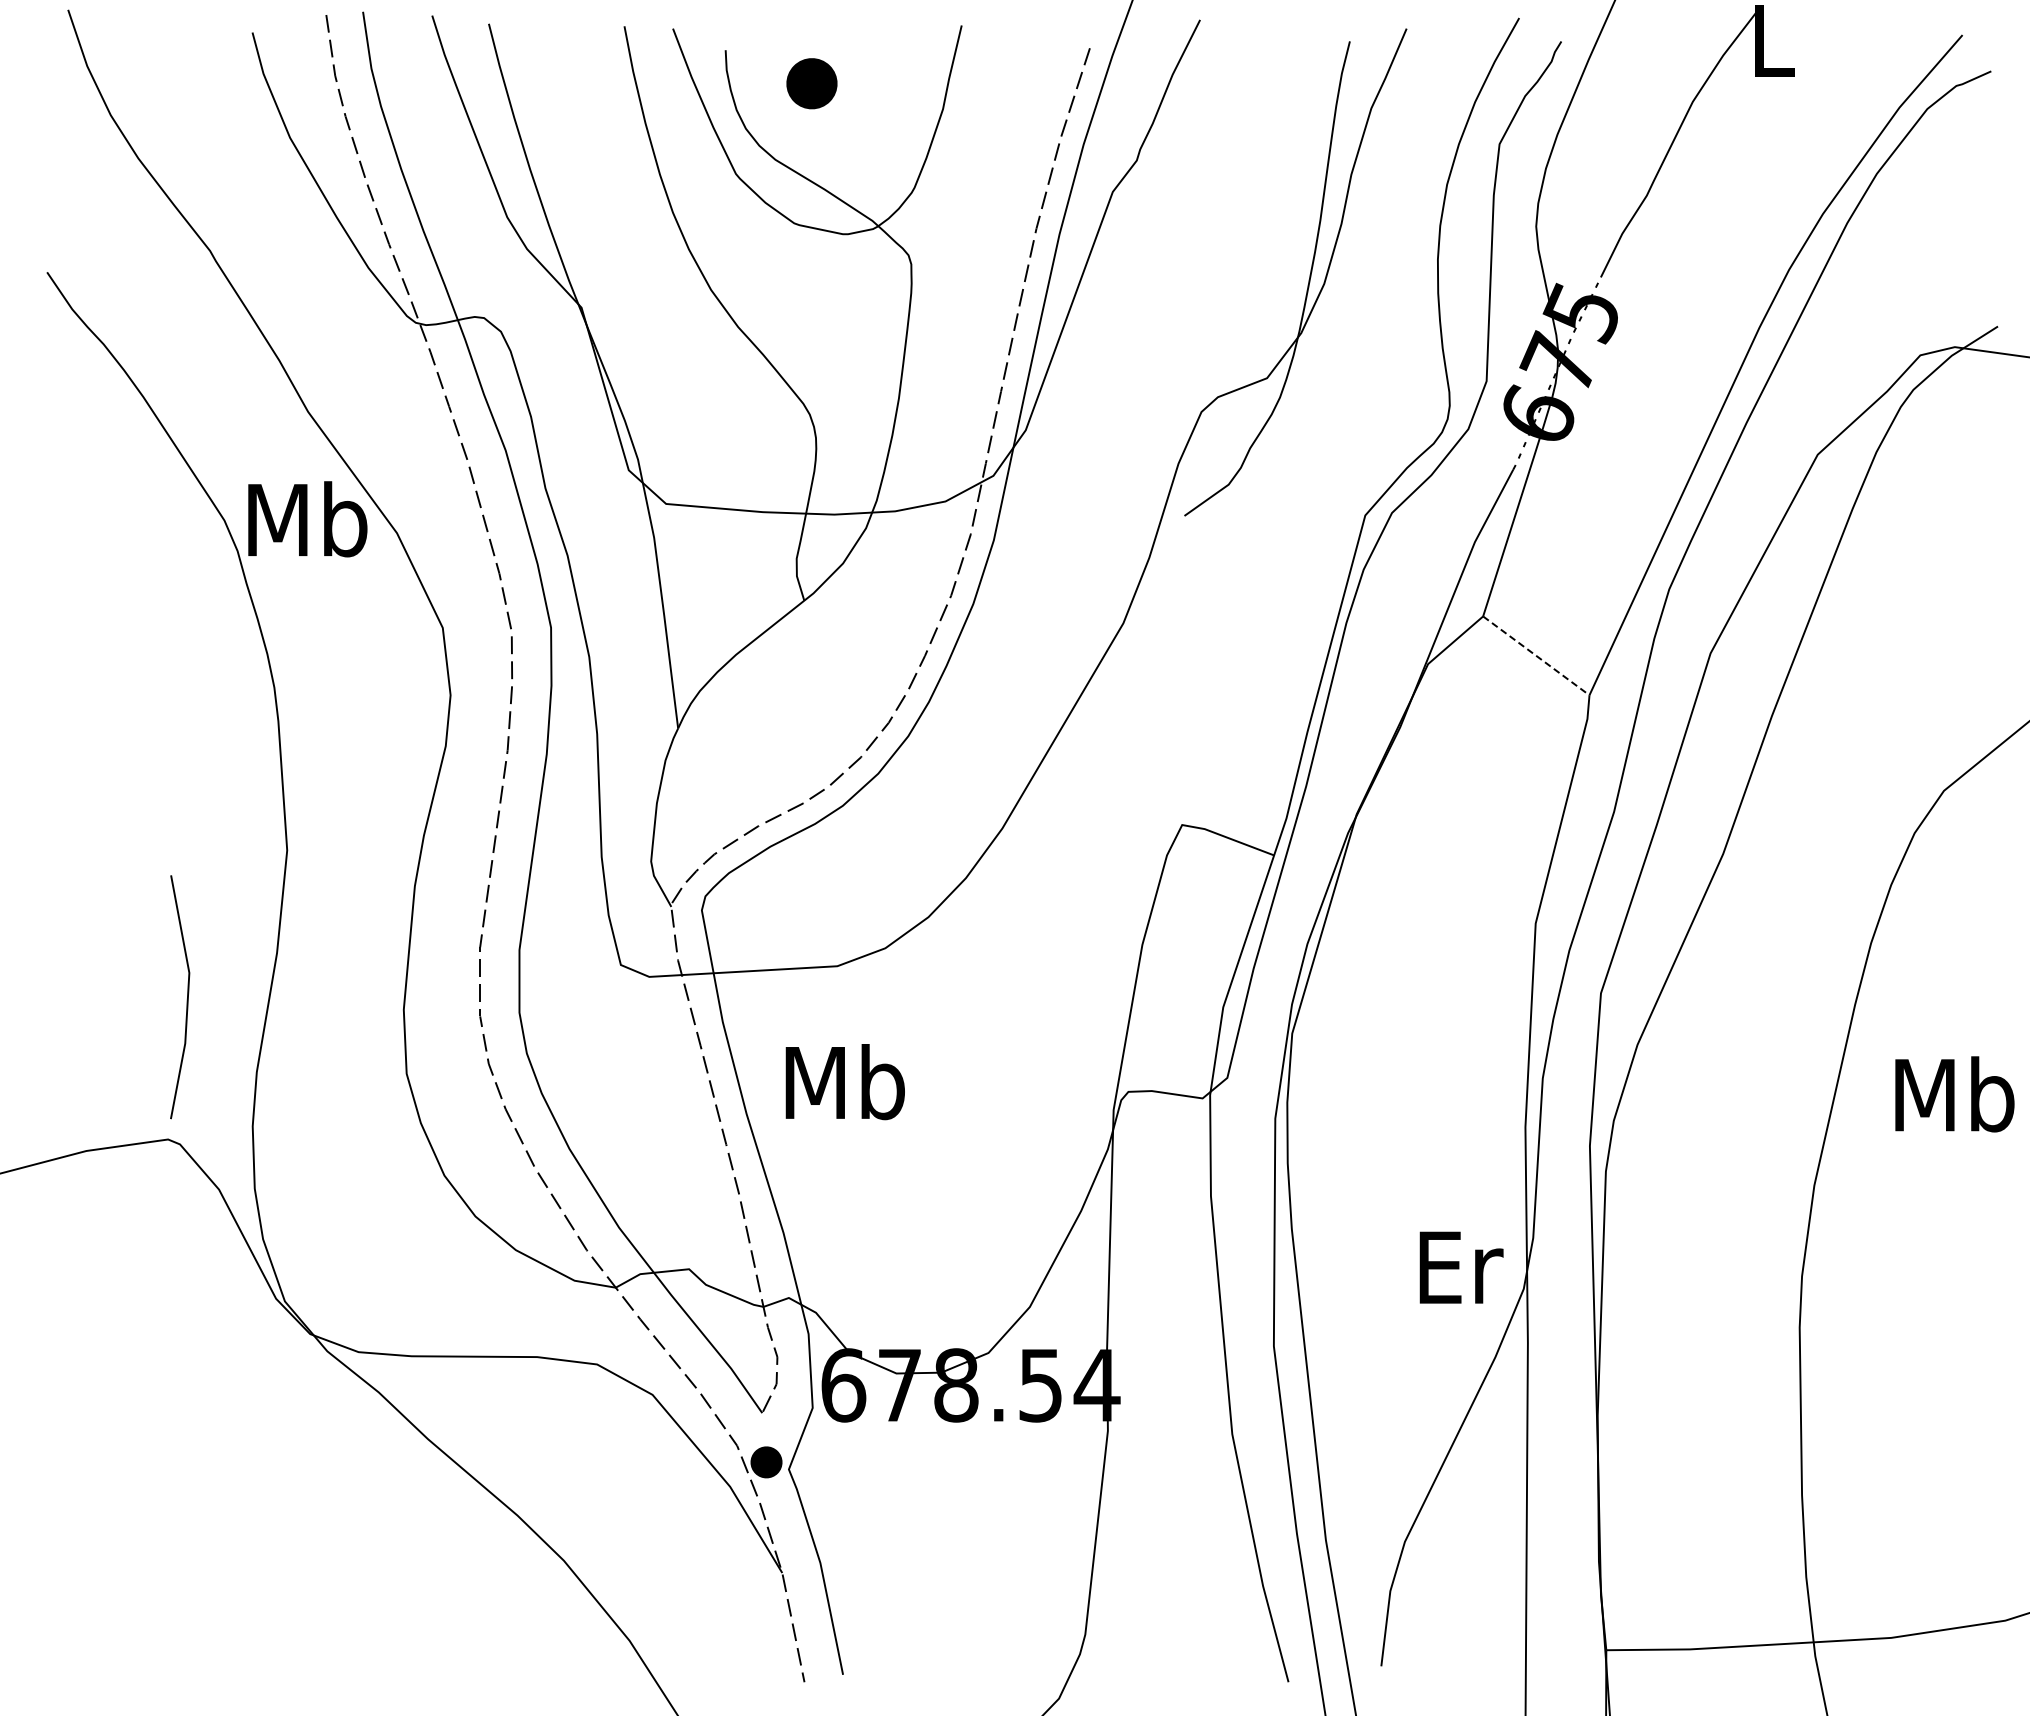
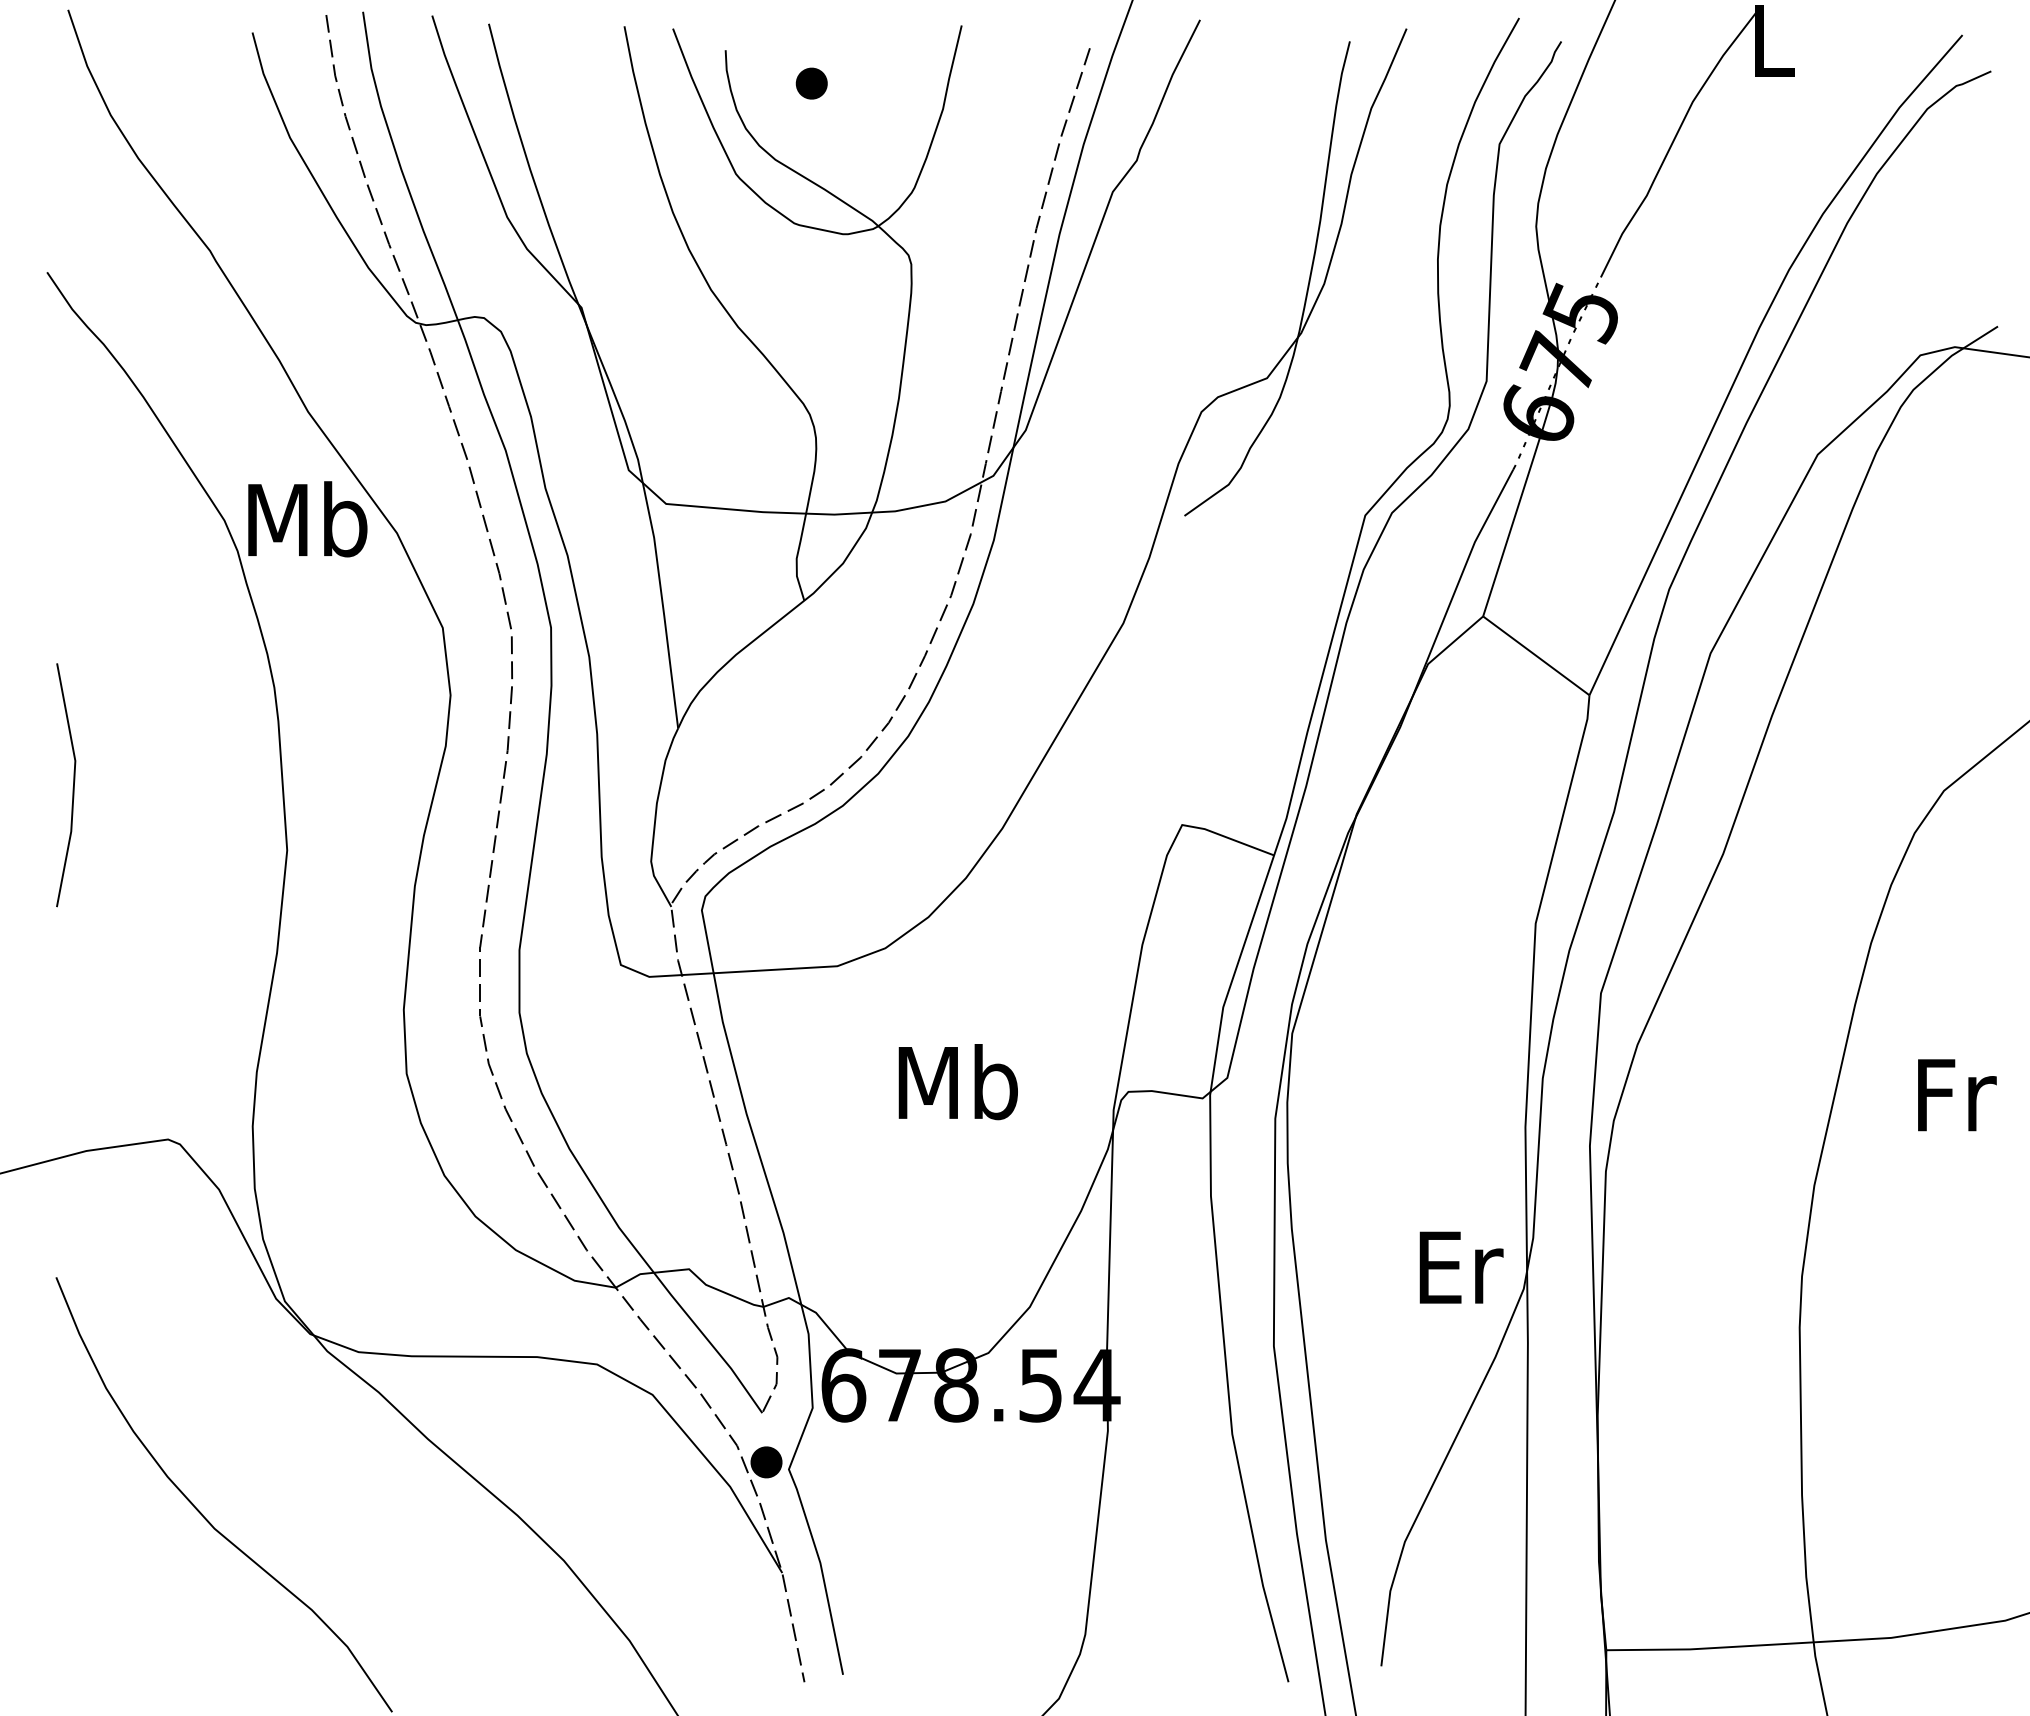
part at (811, 83) size: 52x52 px -> 33x33 px
line at (1536, 656): dashed -> solid
line at (186, 999) position: (186, 999) -> (72, 787)
text at (844, 1082) position: (844, 1082) -> (957, 1082)
text at (1954, 1094): Mb -> Fr
curve at (202, 1513): none -> present
